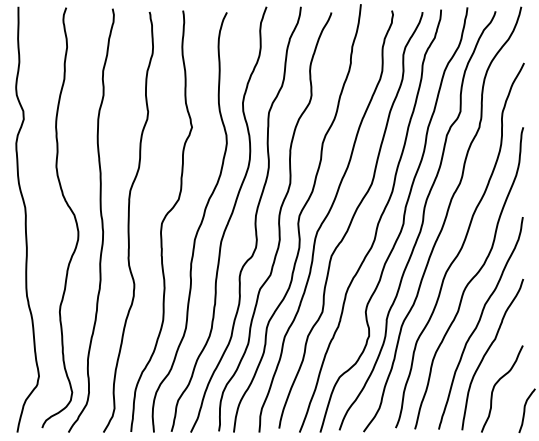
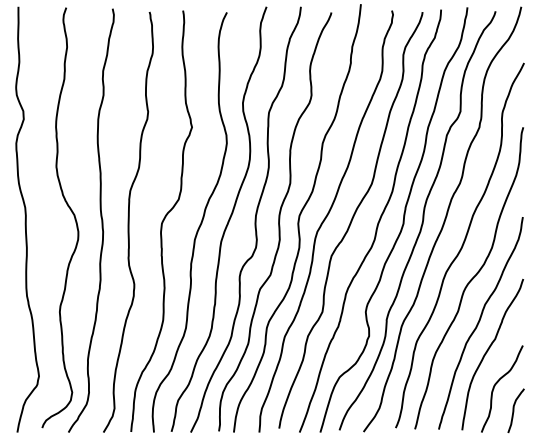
curve at (525, 410) position: (525, 410) -> (514, 410)
